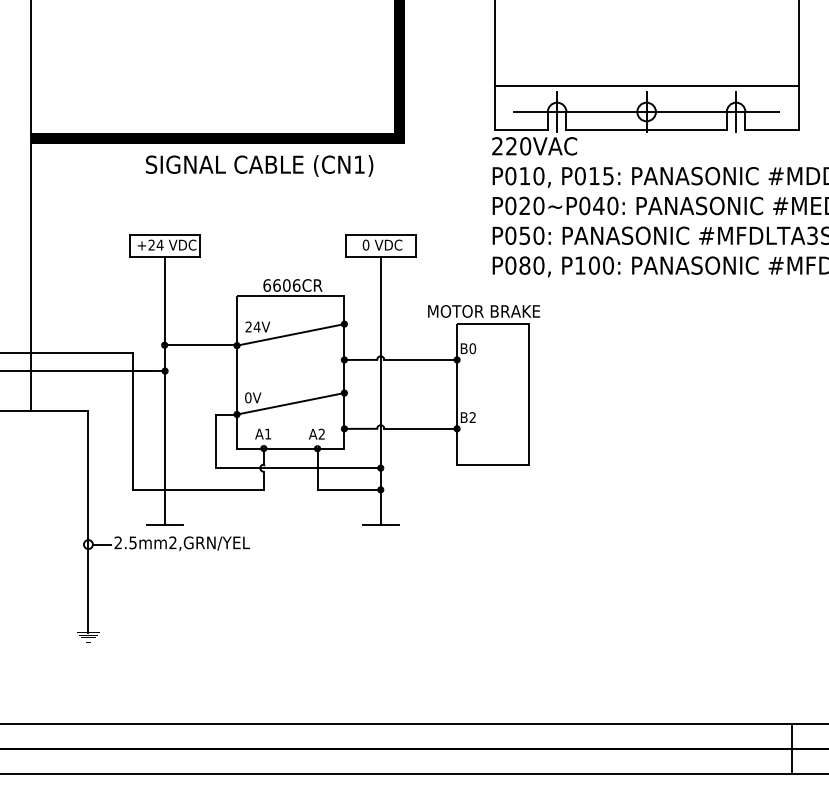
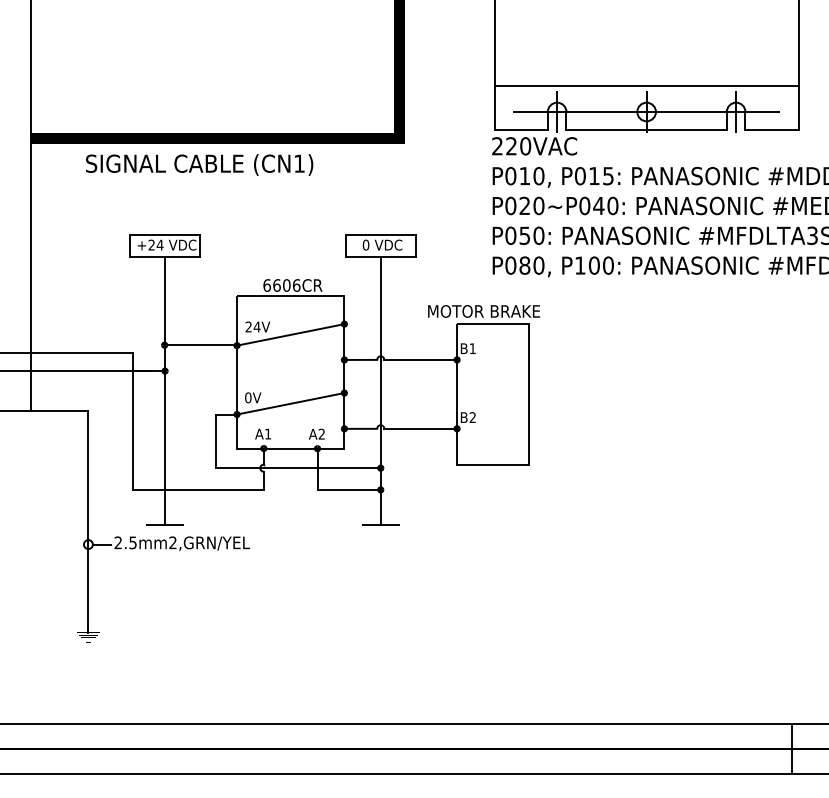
text at (259, 165) position: (259, 165) -> (199, 164)
text at (472, 348): B0 -> B1
